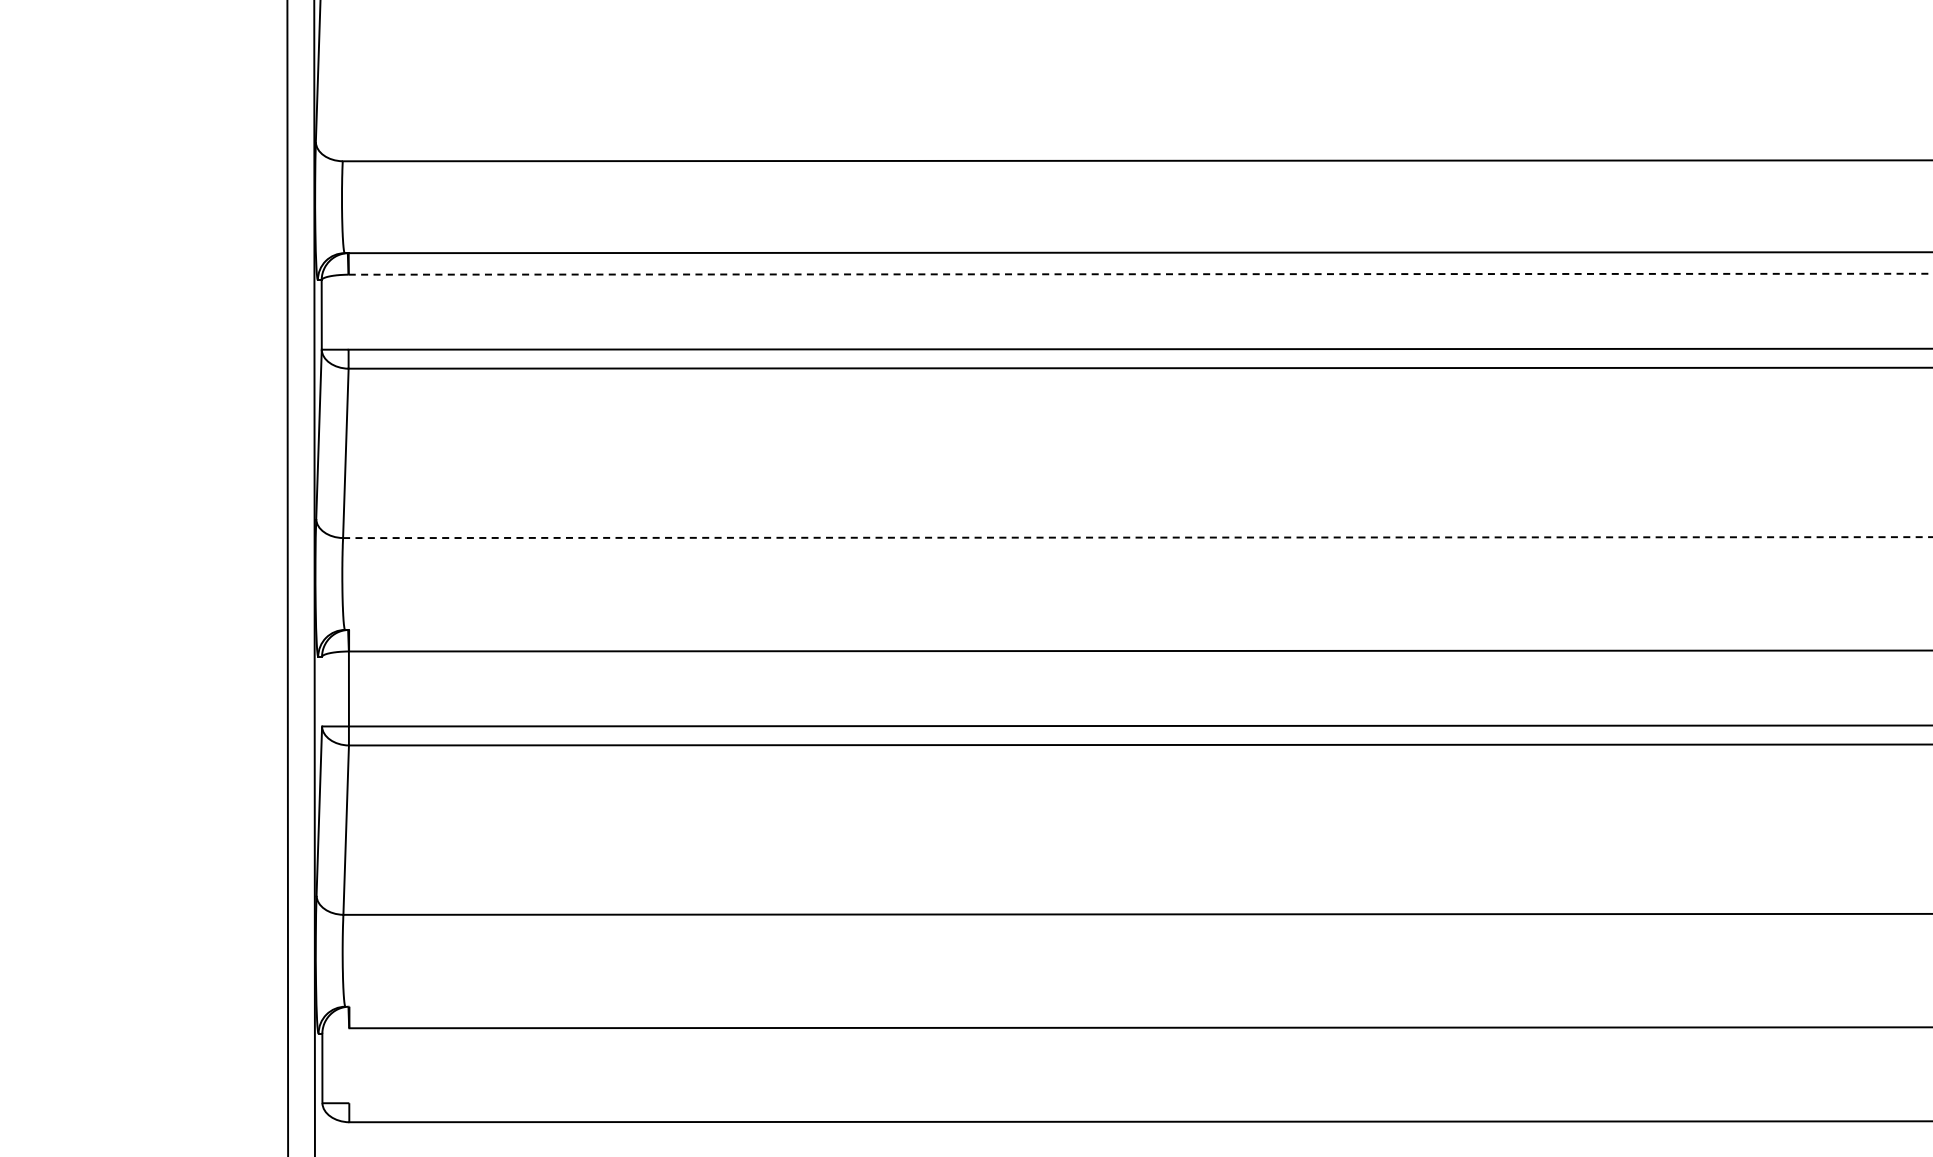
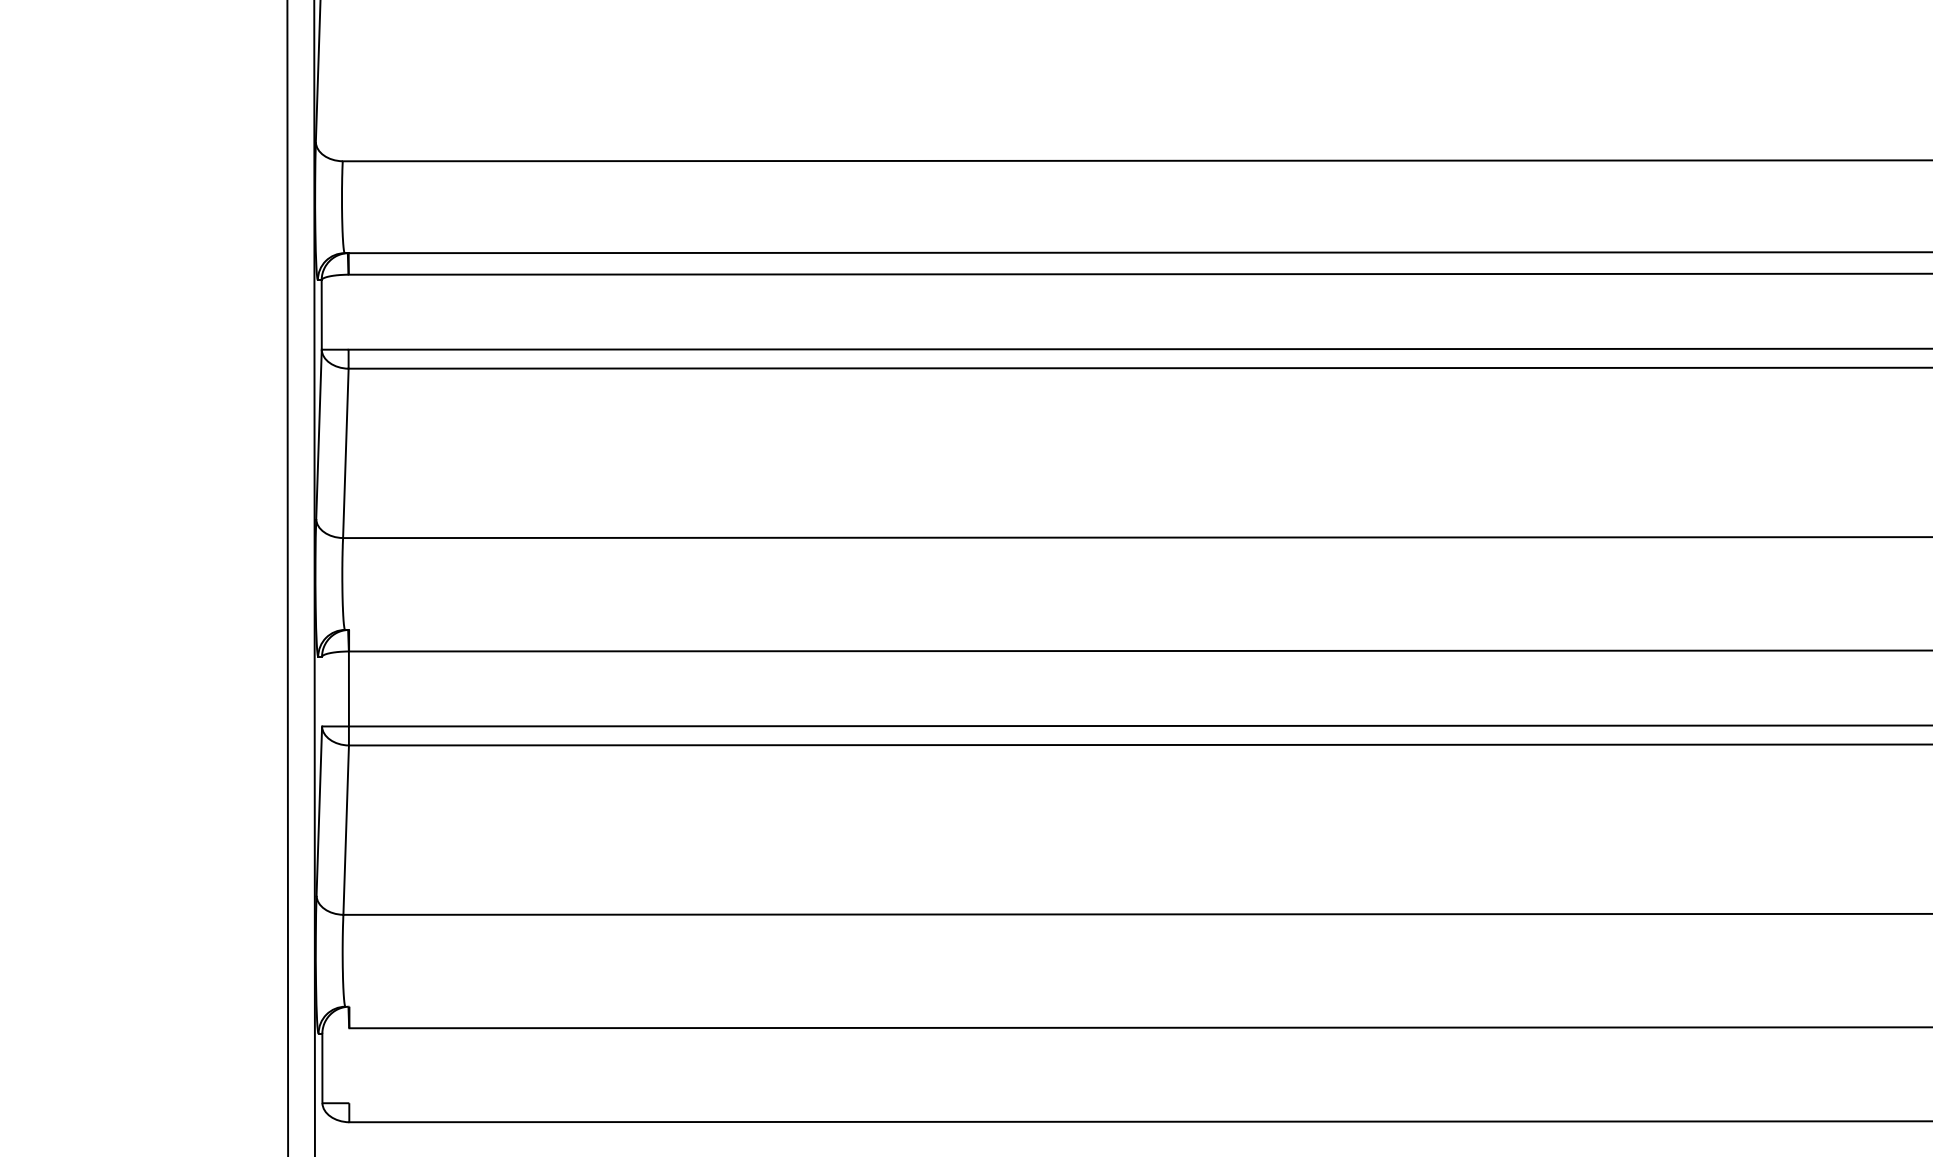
line at (1140, 274): dashed -> solid
line at (1138, 537): dashed -> solid
